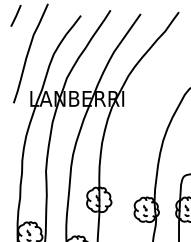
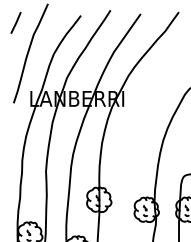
line at (15, 15) position: (15, 15) -> (15, 22)
